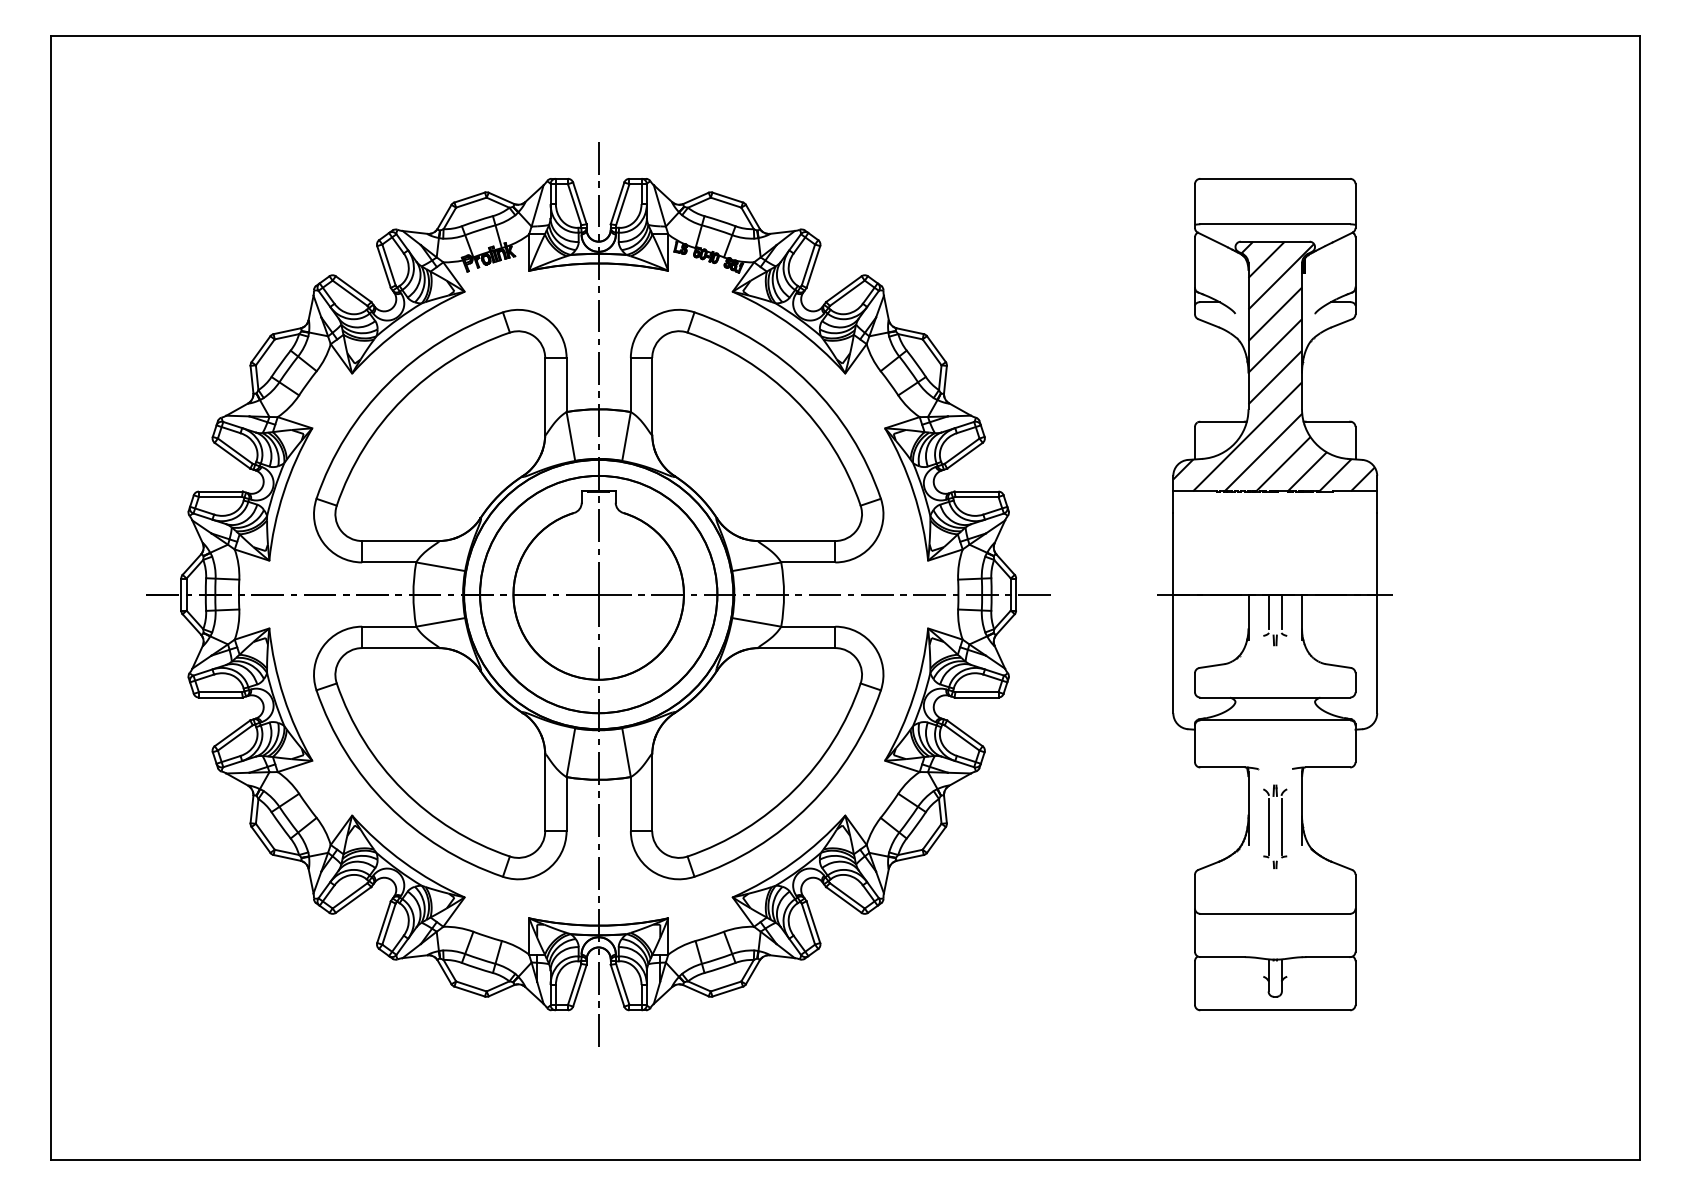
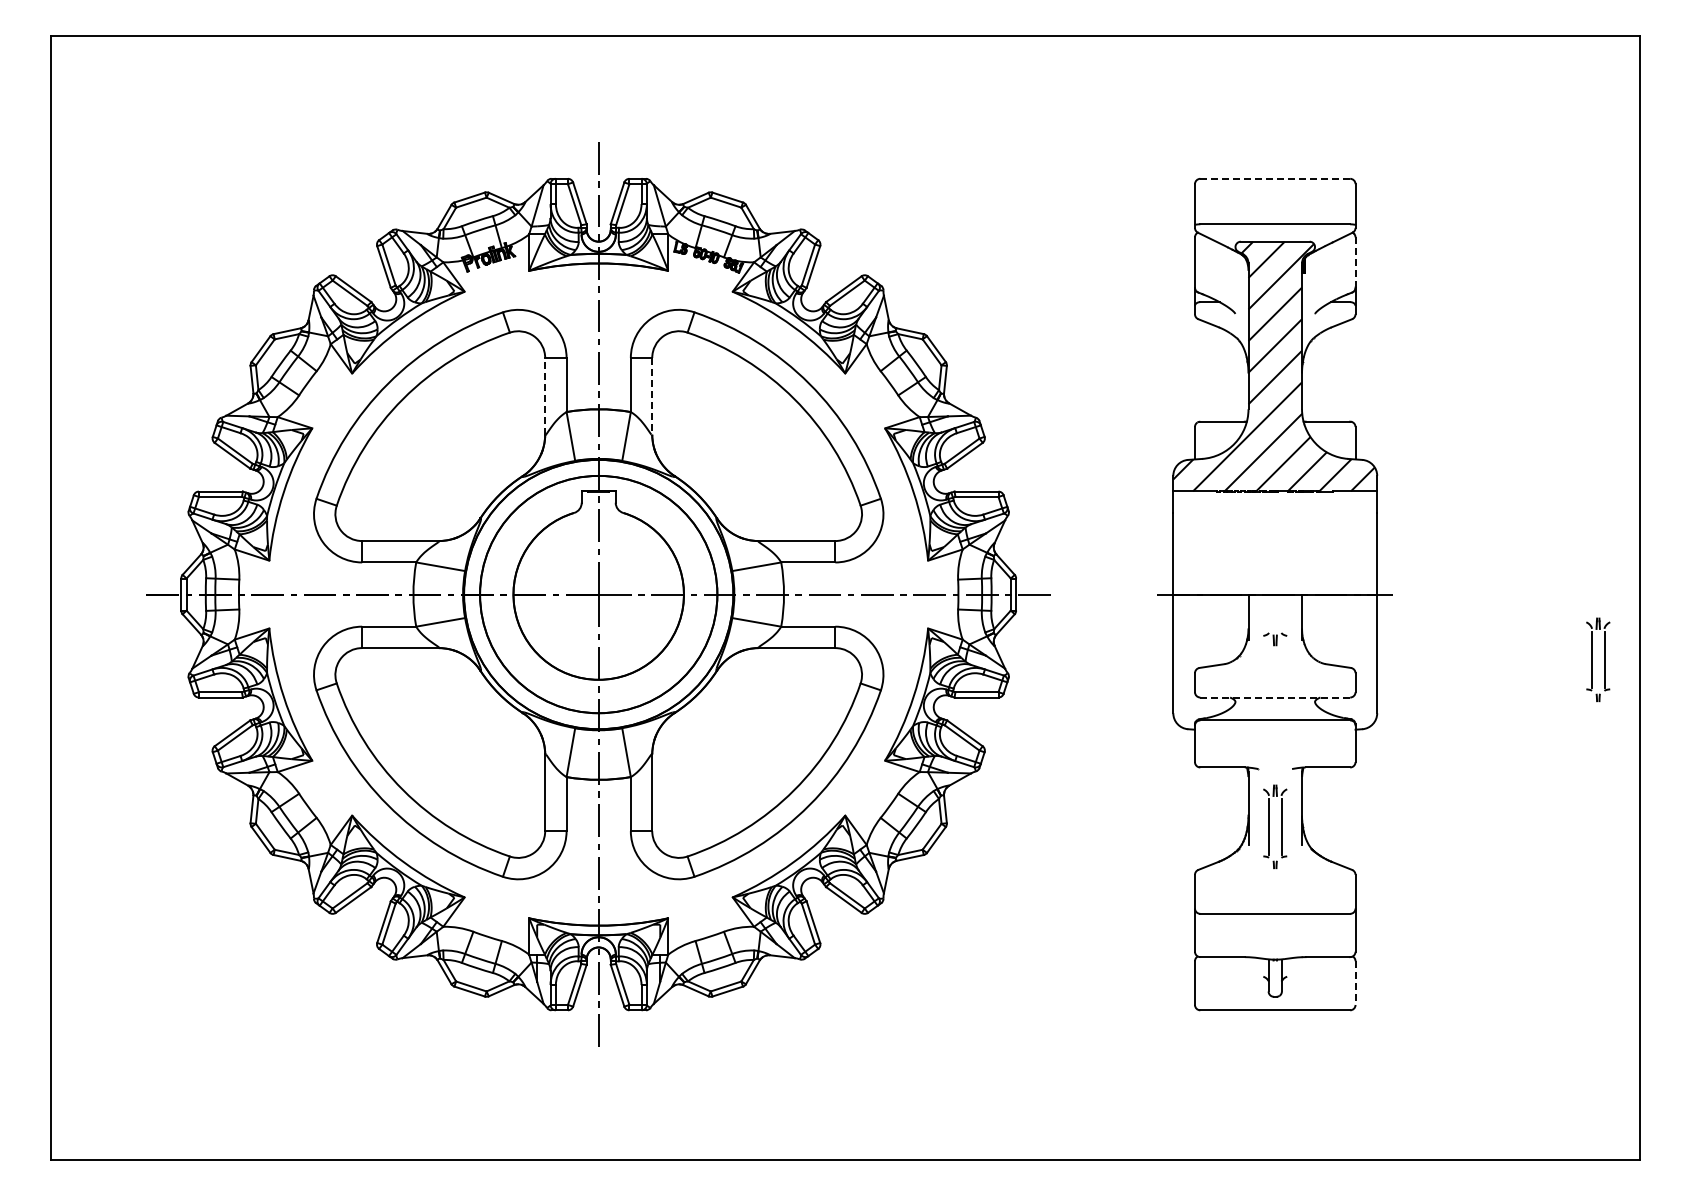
line at (1275, 178): solid -> dashed
line at (1355, 262): solid -> dashed
line at (545, 395): solid -> dashed
line at (652, 396): solid -> dashed
line at (1268, 611): present -> none
line at (1281, 611): present -> none
part at (1598, 659): none -> present
line at (1275, 697): solid -> dashed
line at (1355, 983): solid -> dashed
